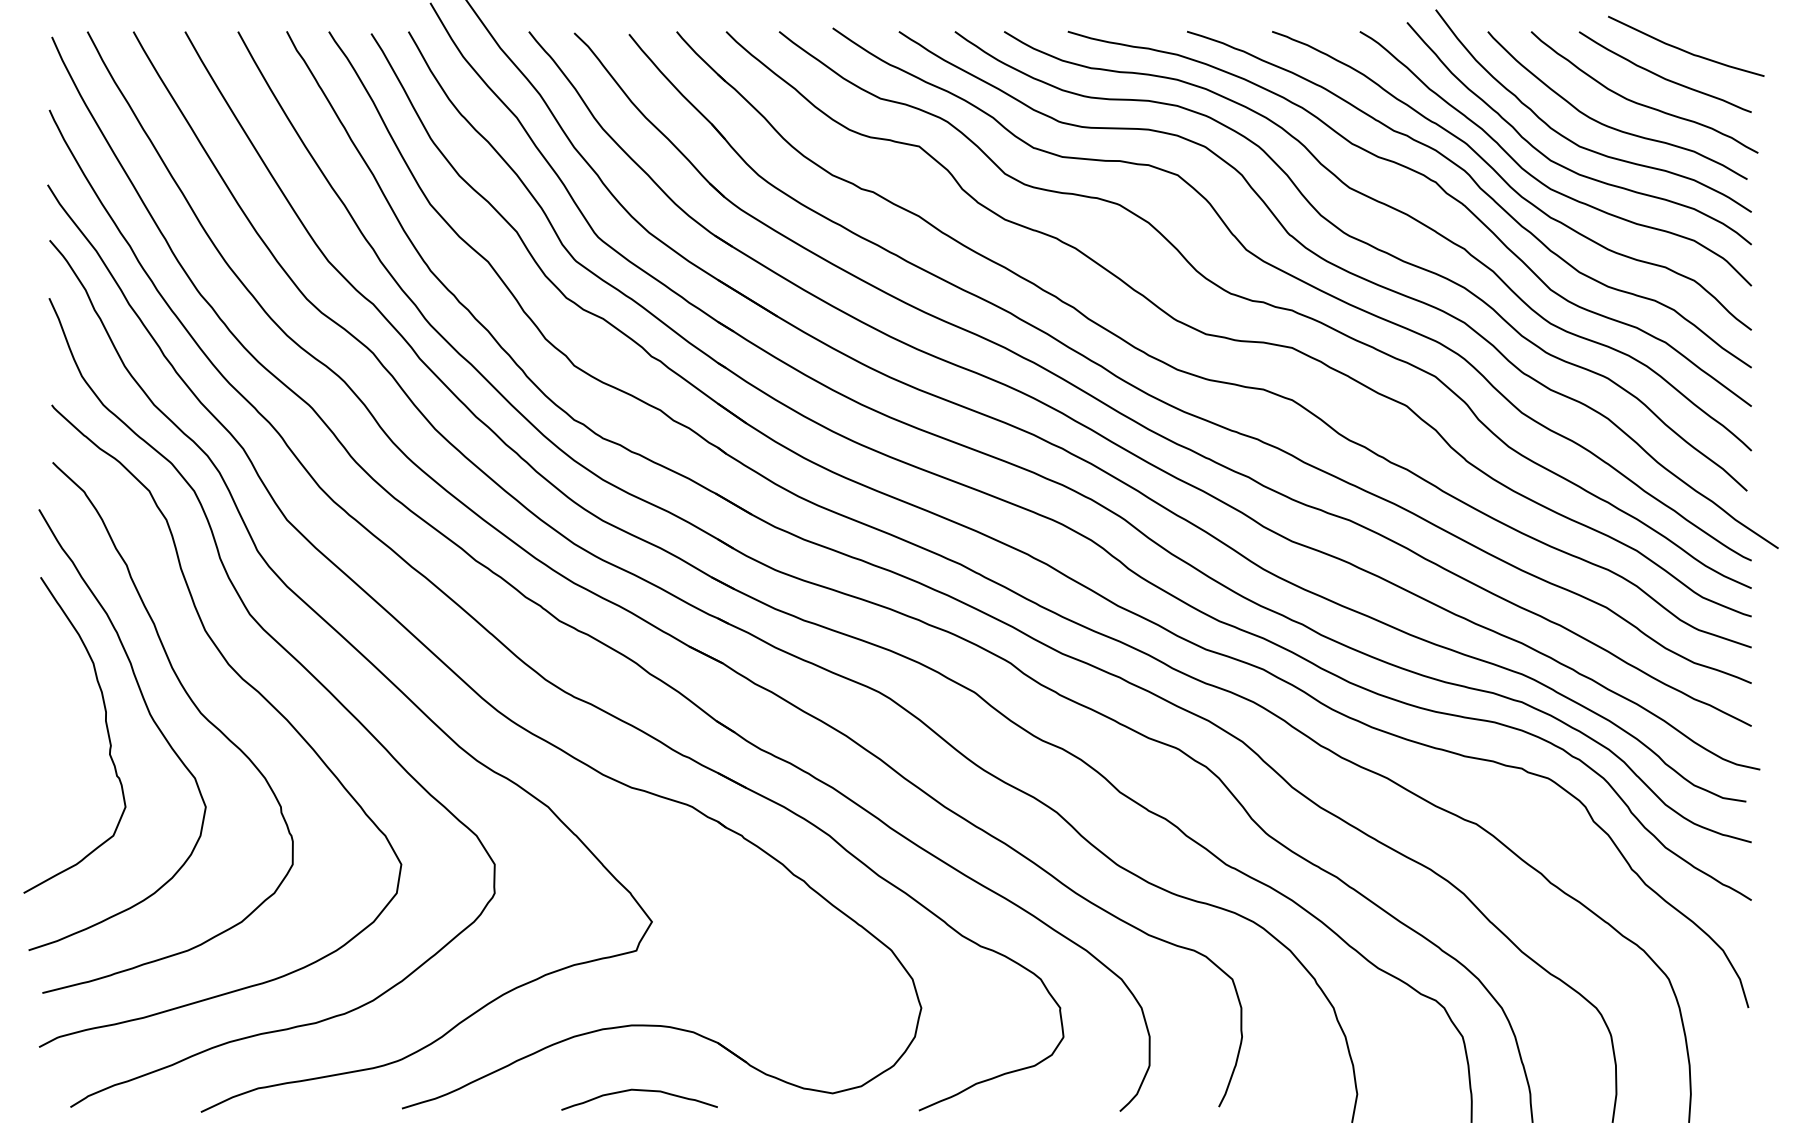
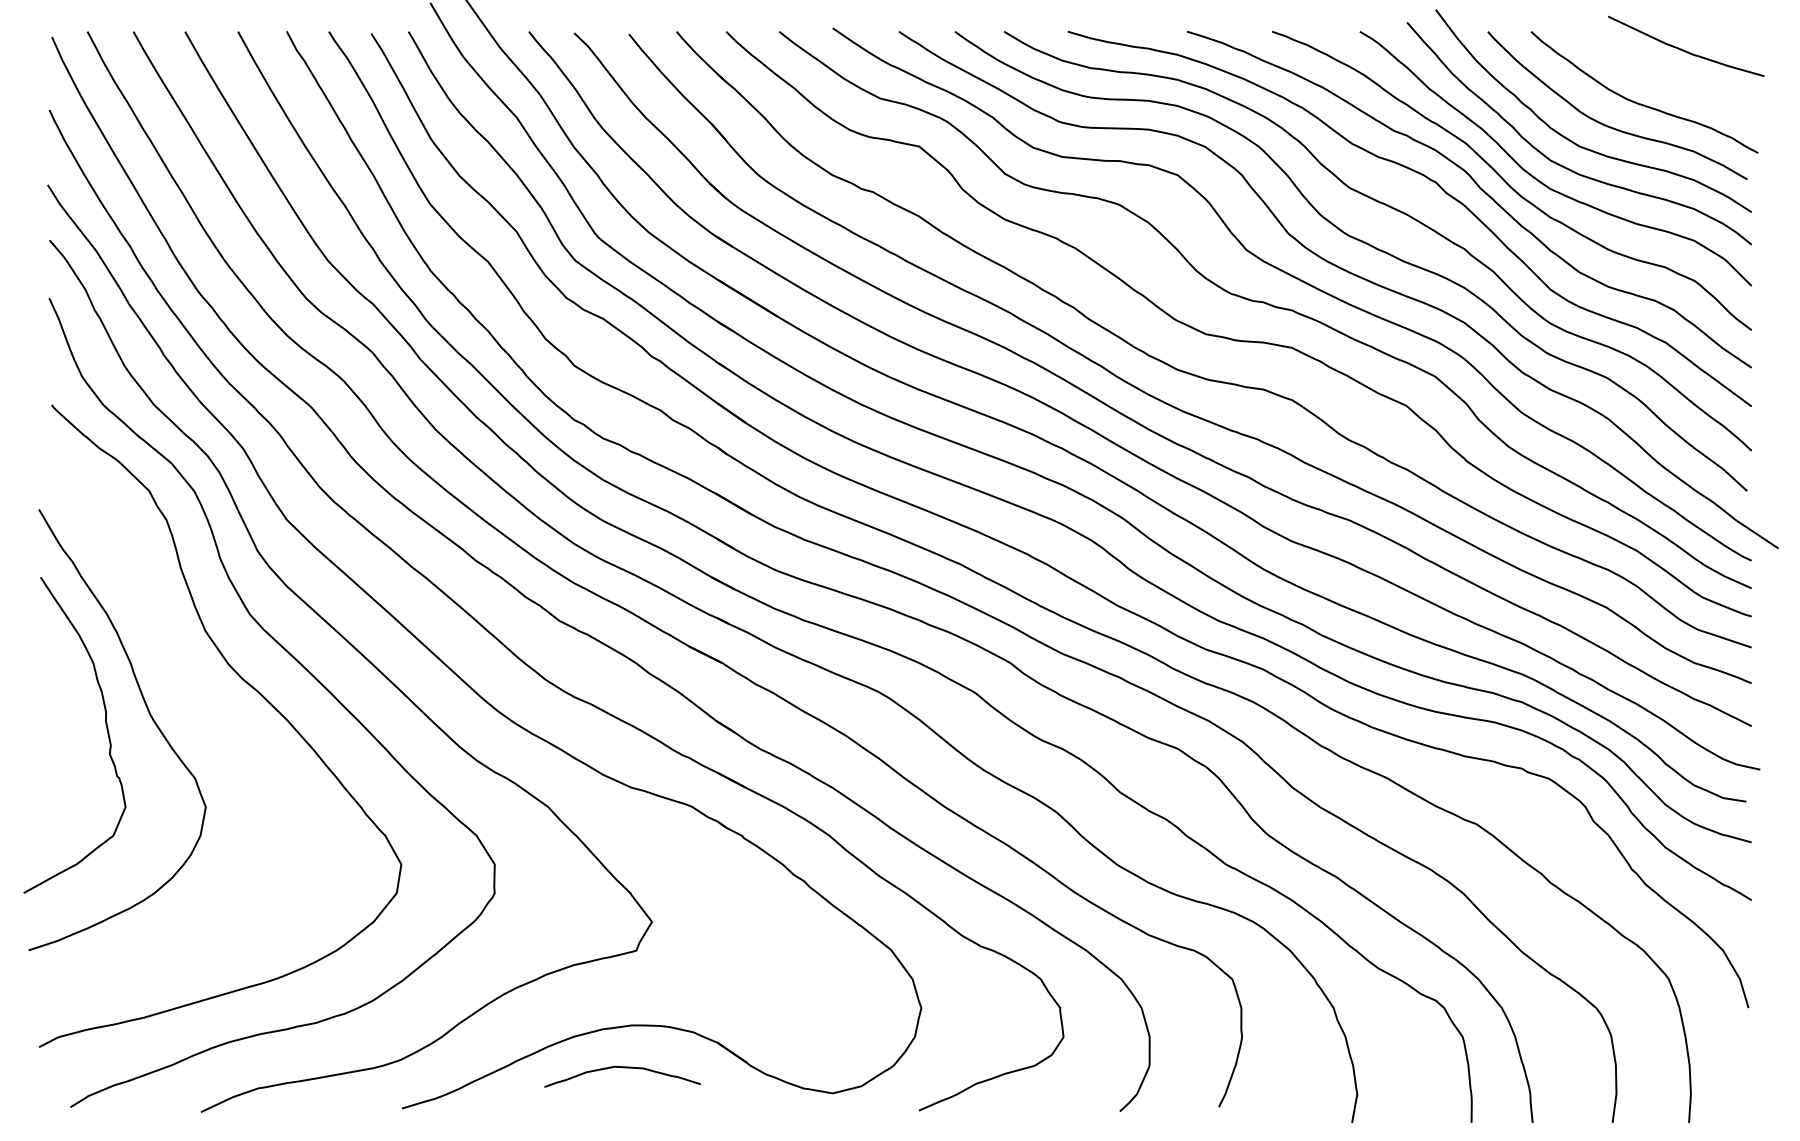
curve at (1662, 76): present -> none
curve at (194, 706): present -> none
curve at (639, 1091) position: (639, 1091) -> (622, 1068)
